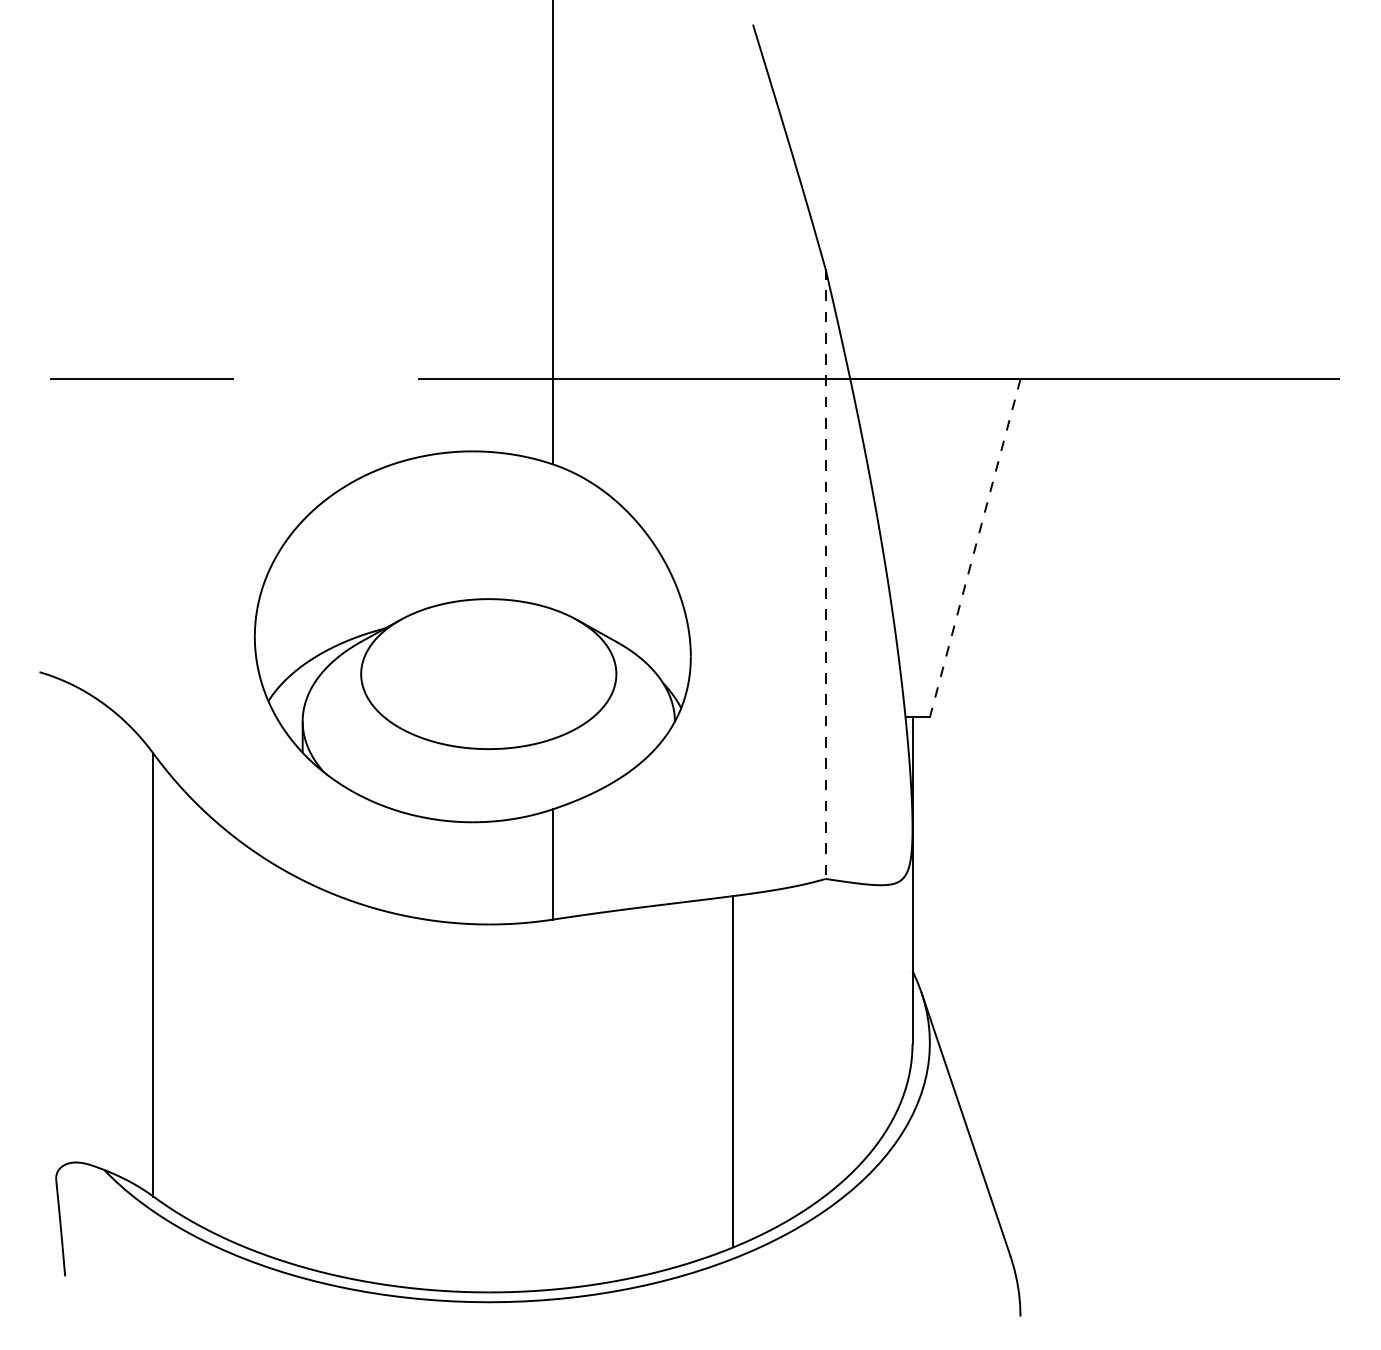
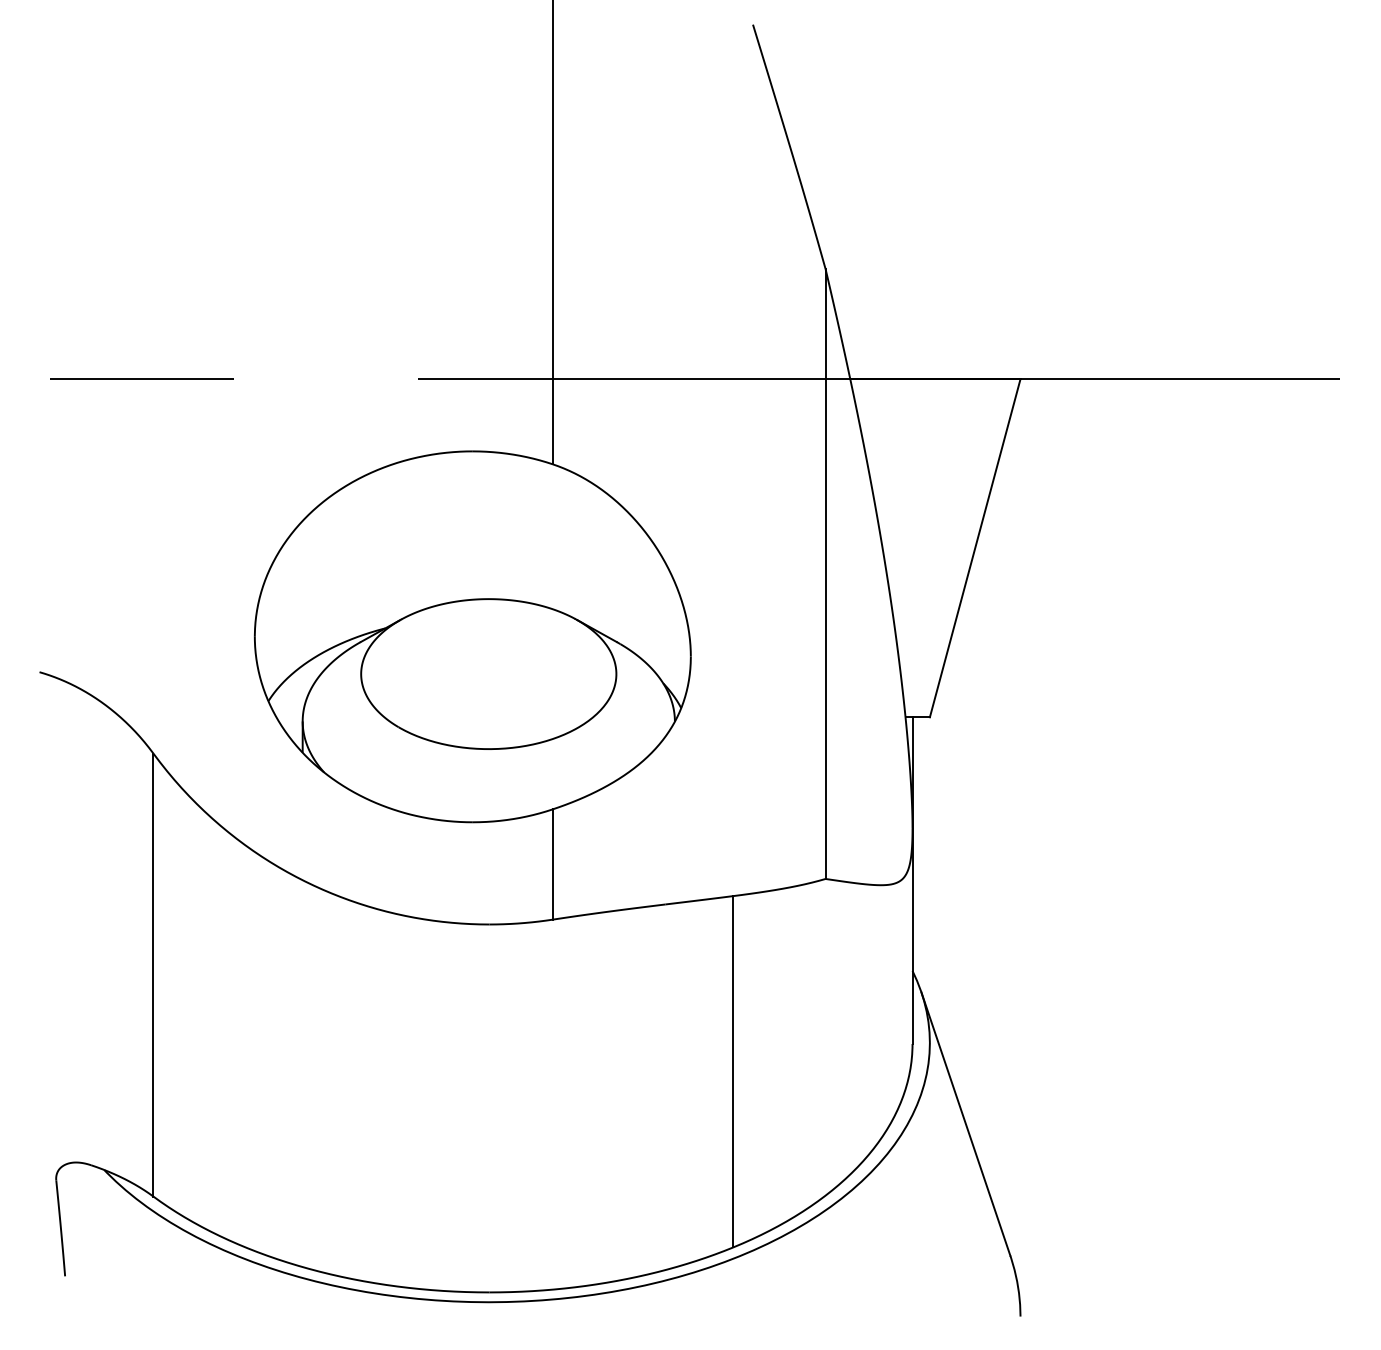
line at (975, 548): dashed -> solid
line at (825, 574): dashed -> solid
